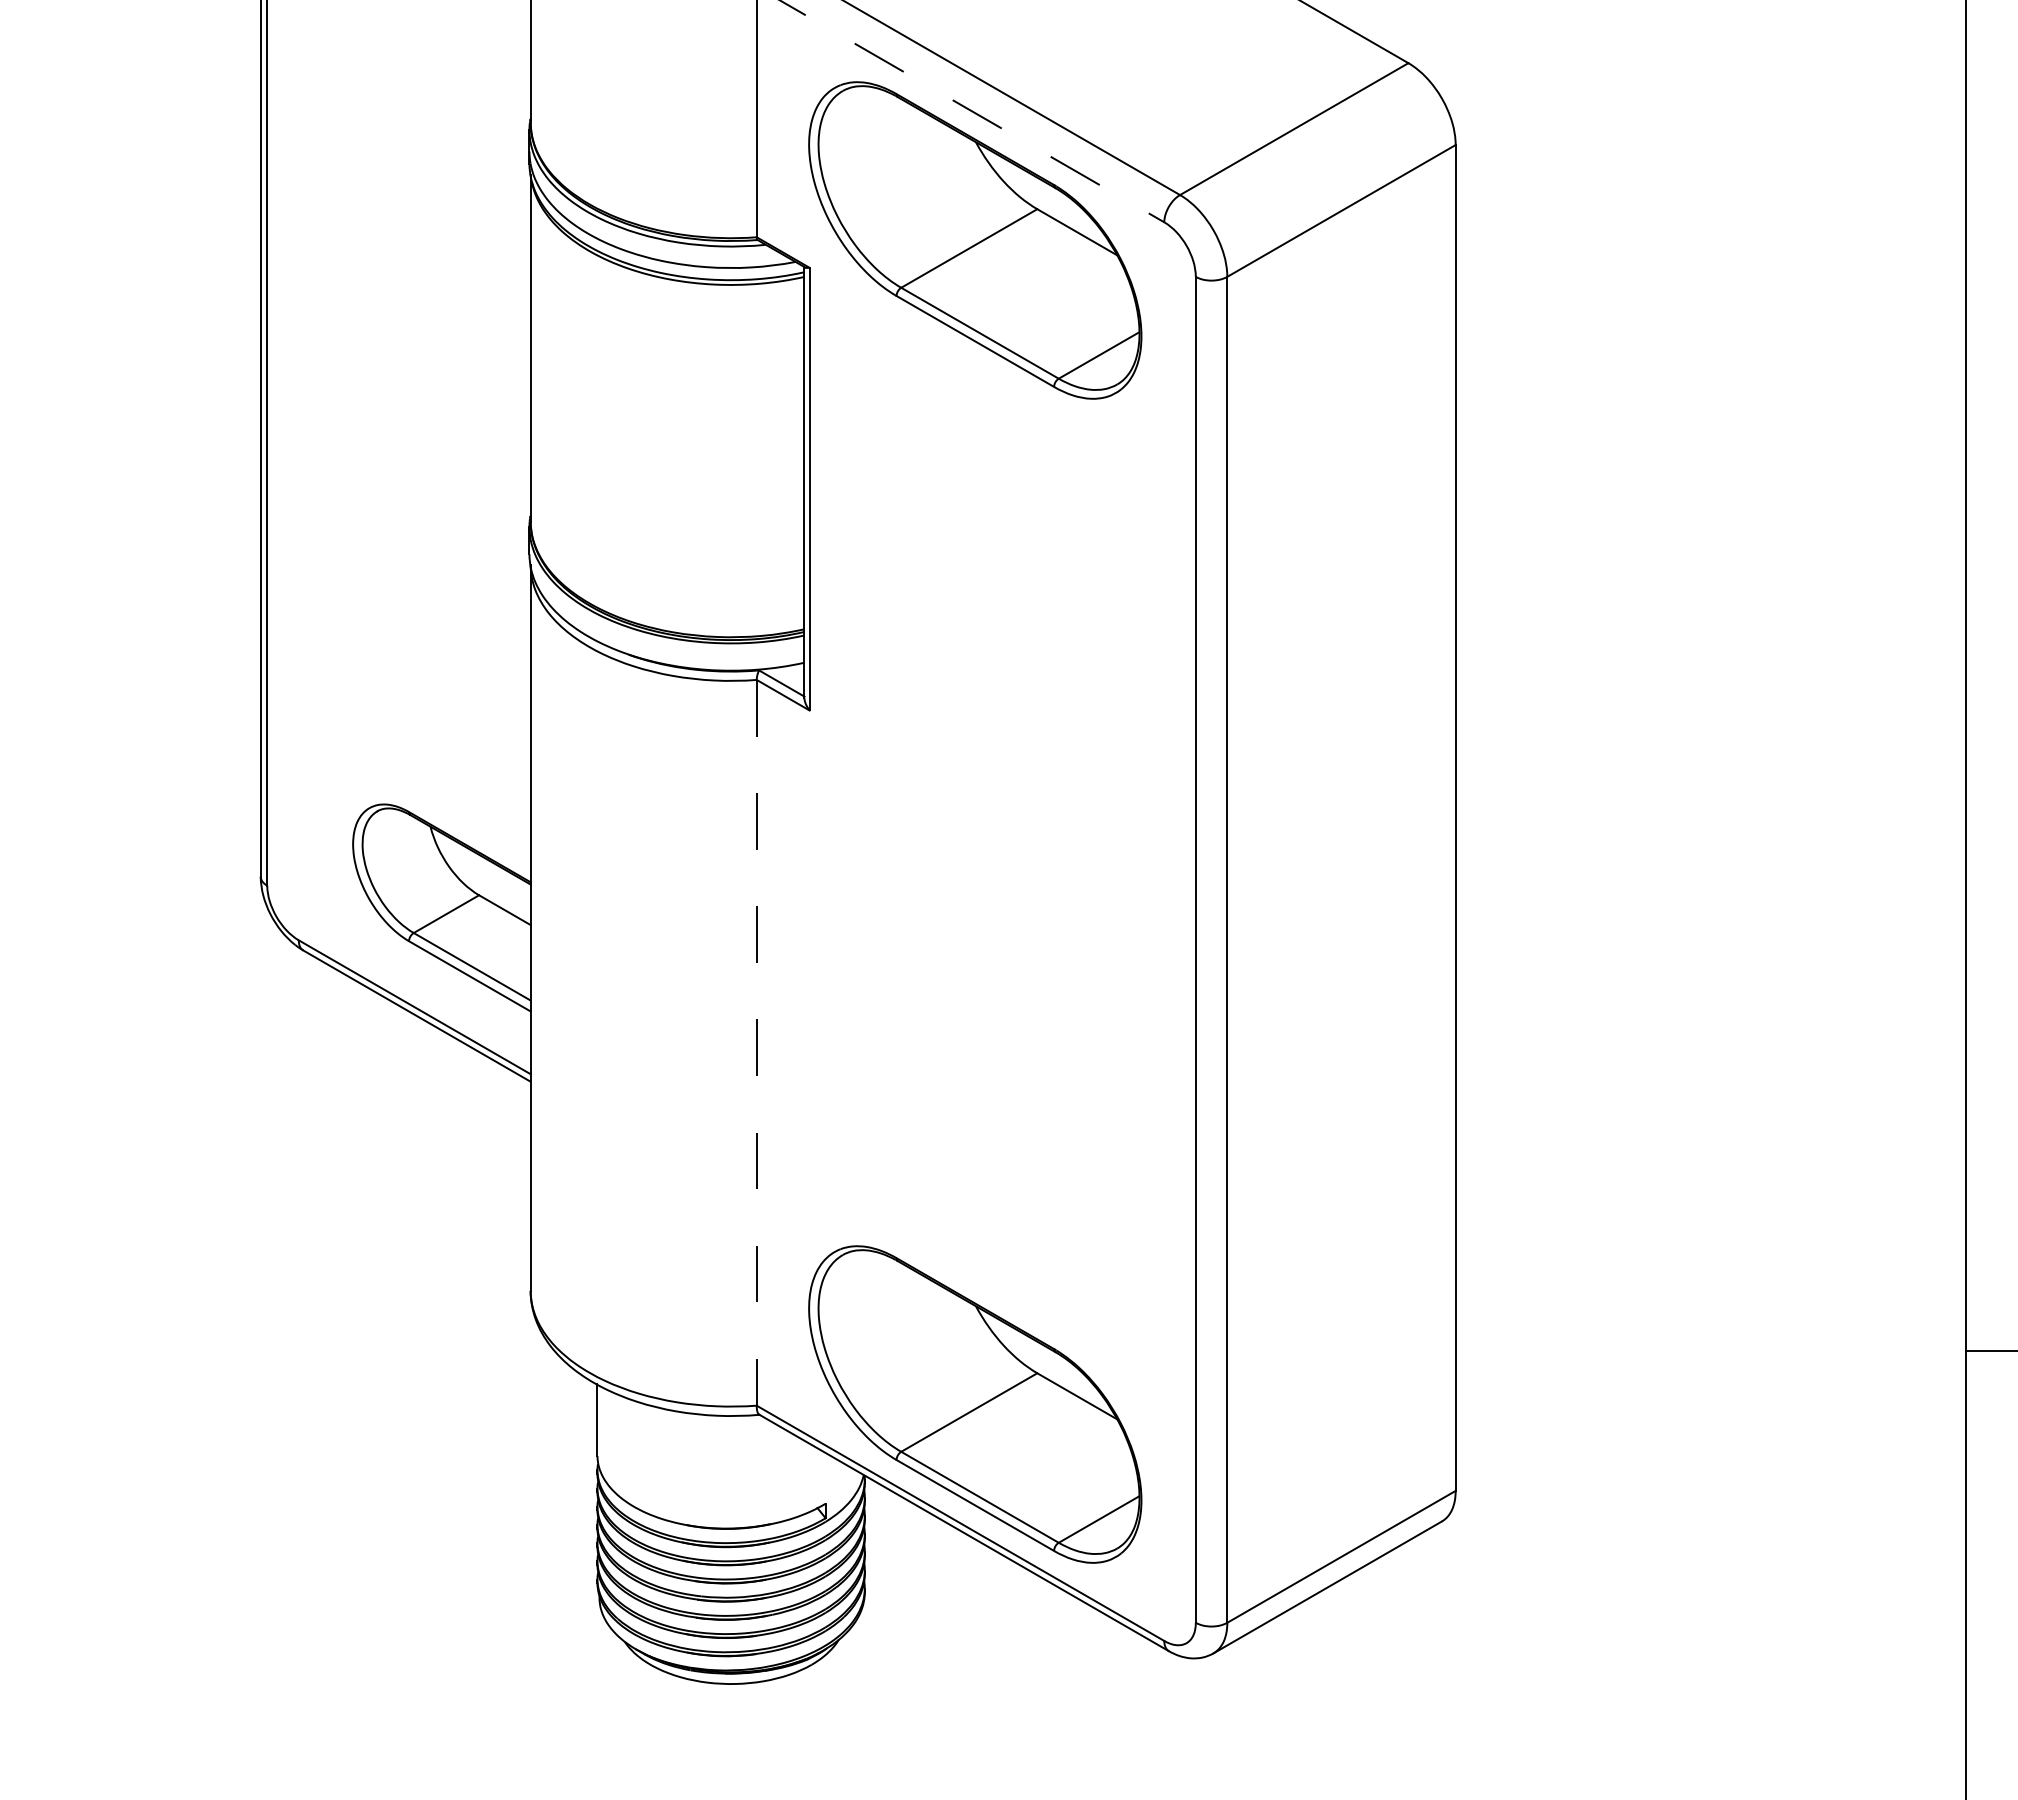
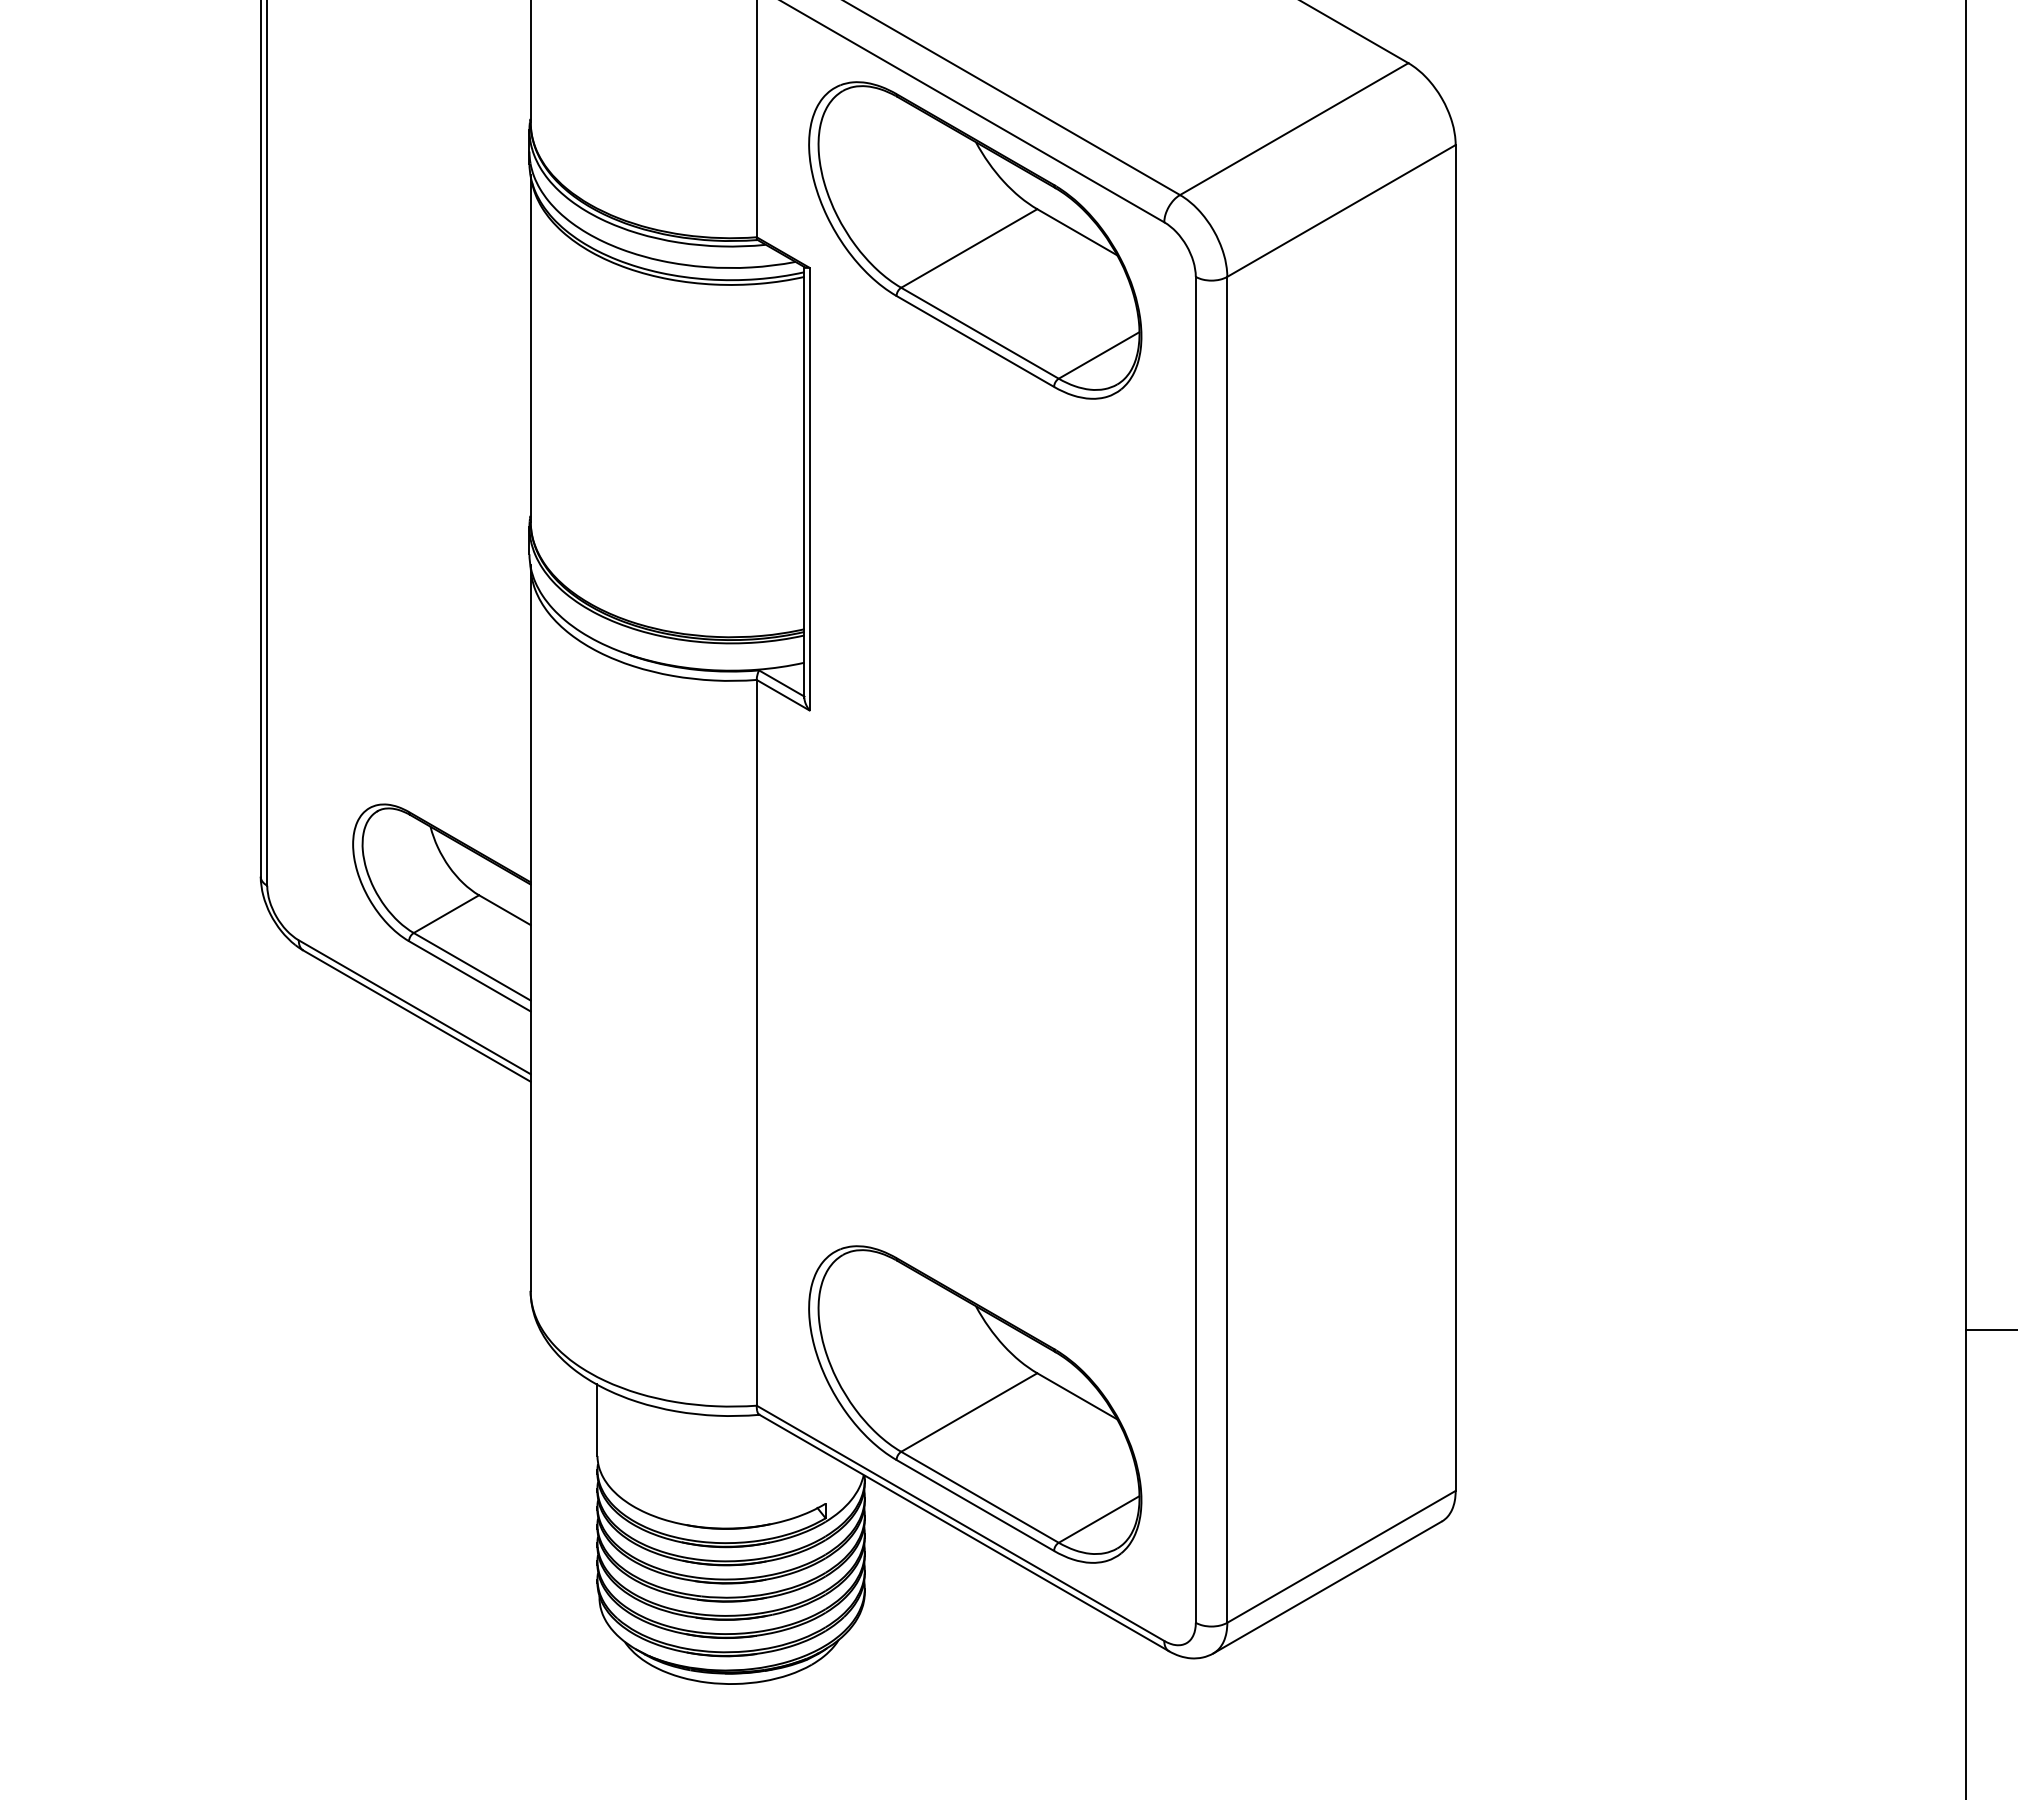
line at (972, 111): dashed -> solid
line at (756, 1042): dashed -> solid
line at (1990, 1350) position: (1990, 1350) -> (1990, 1329)
